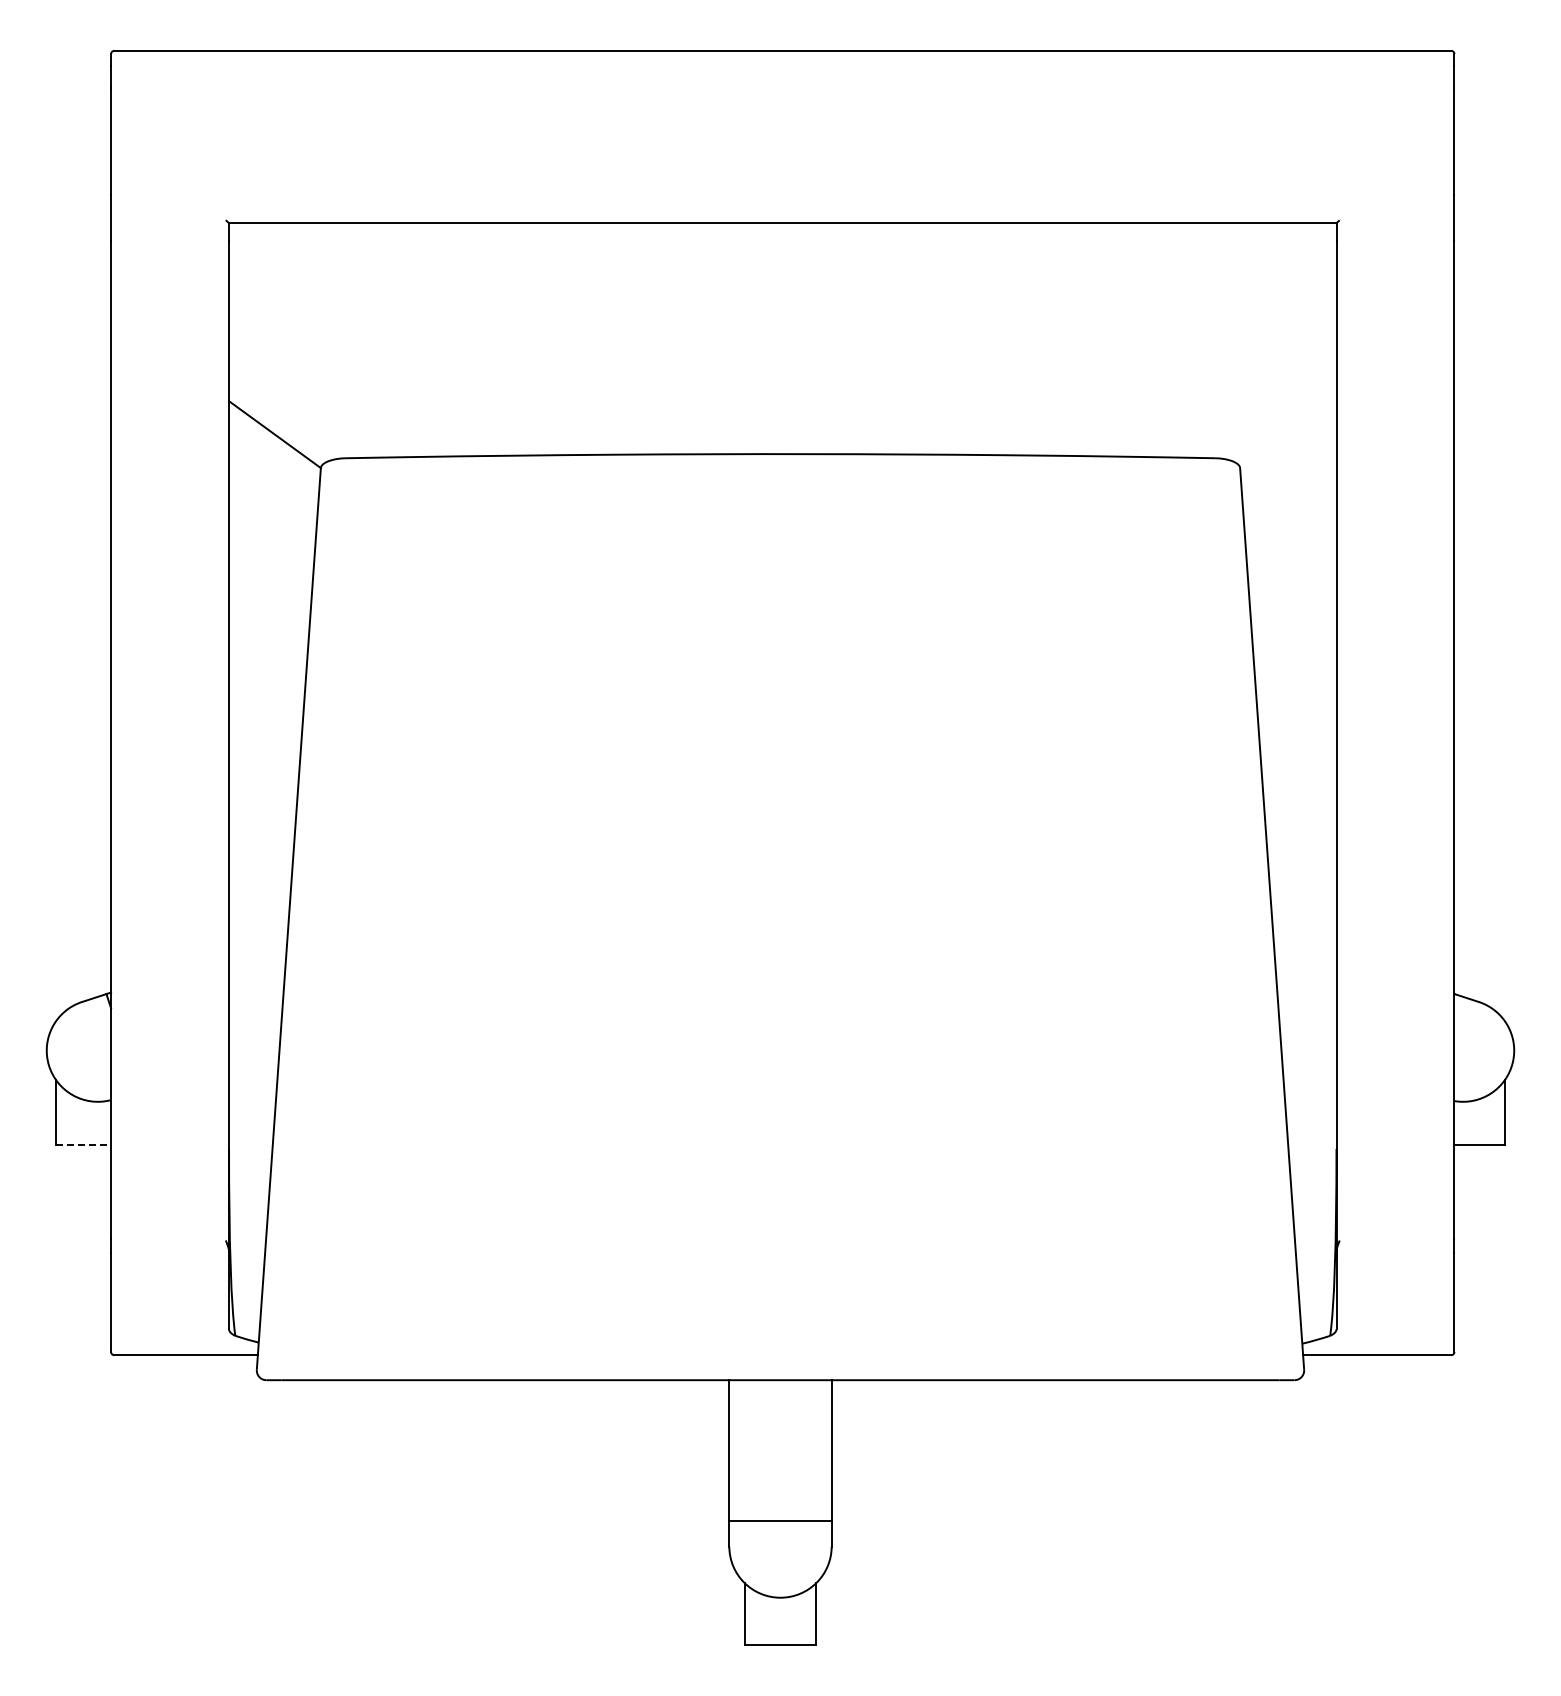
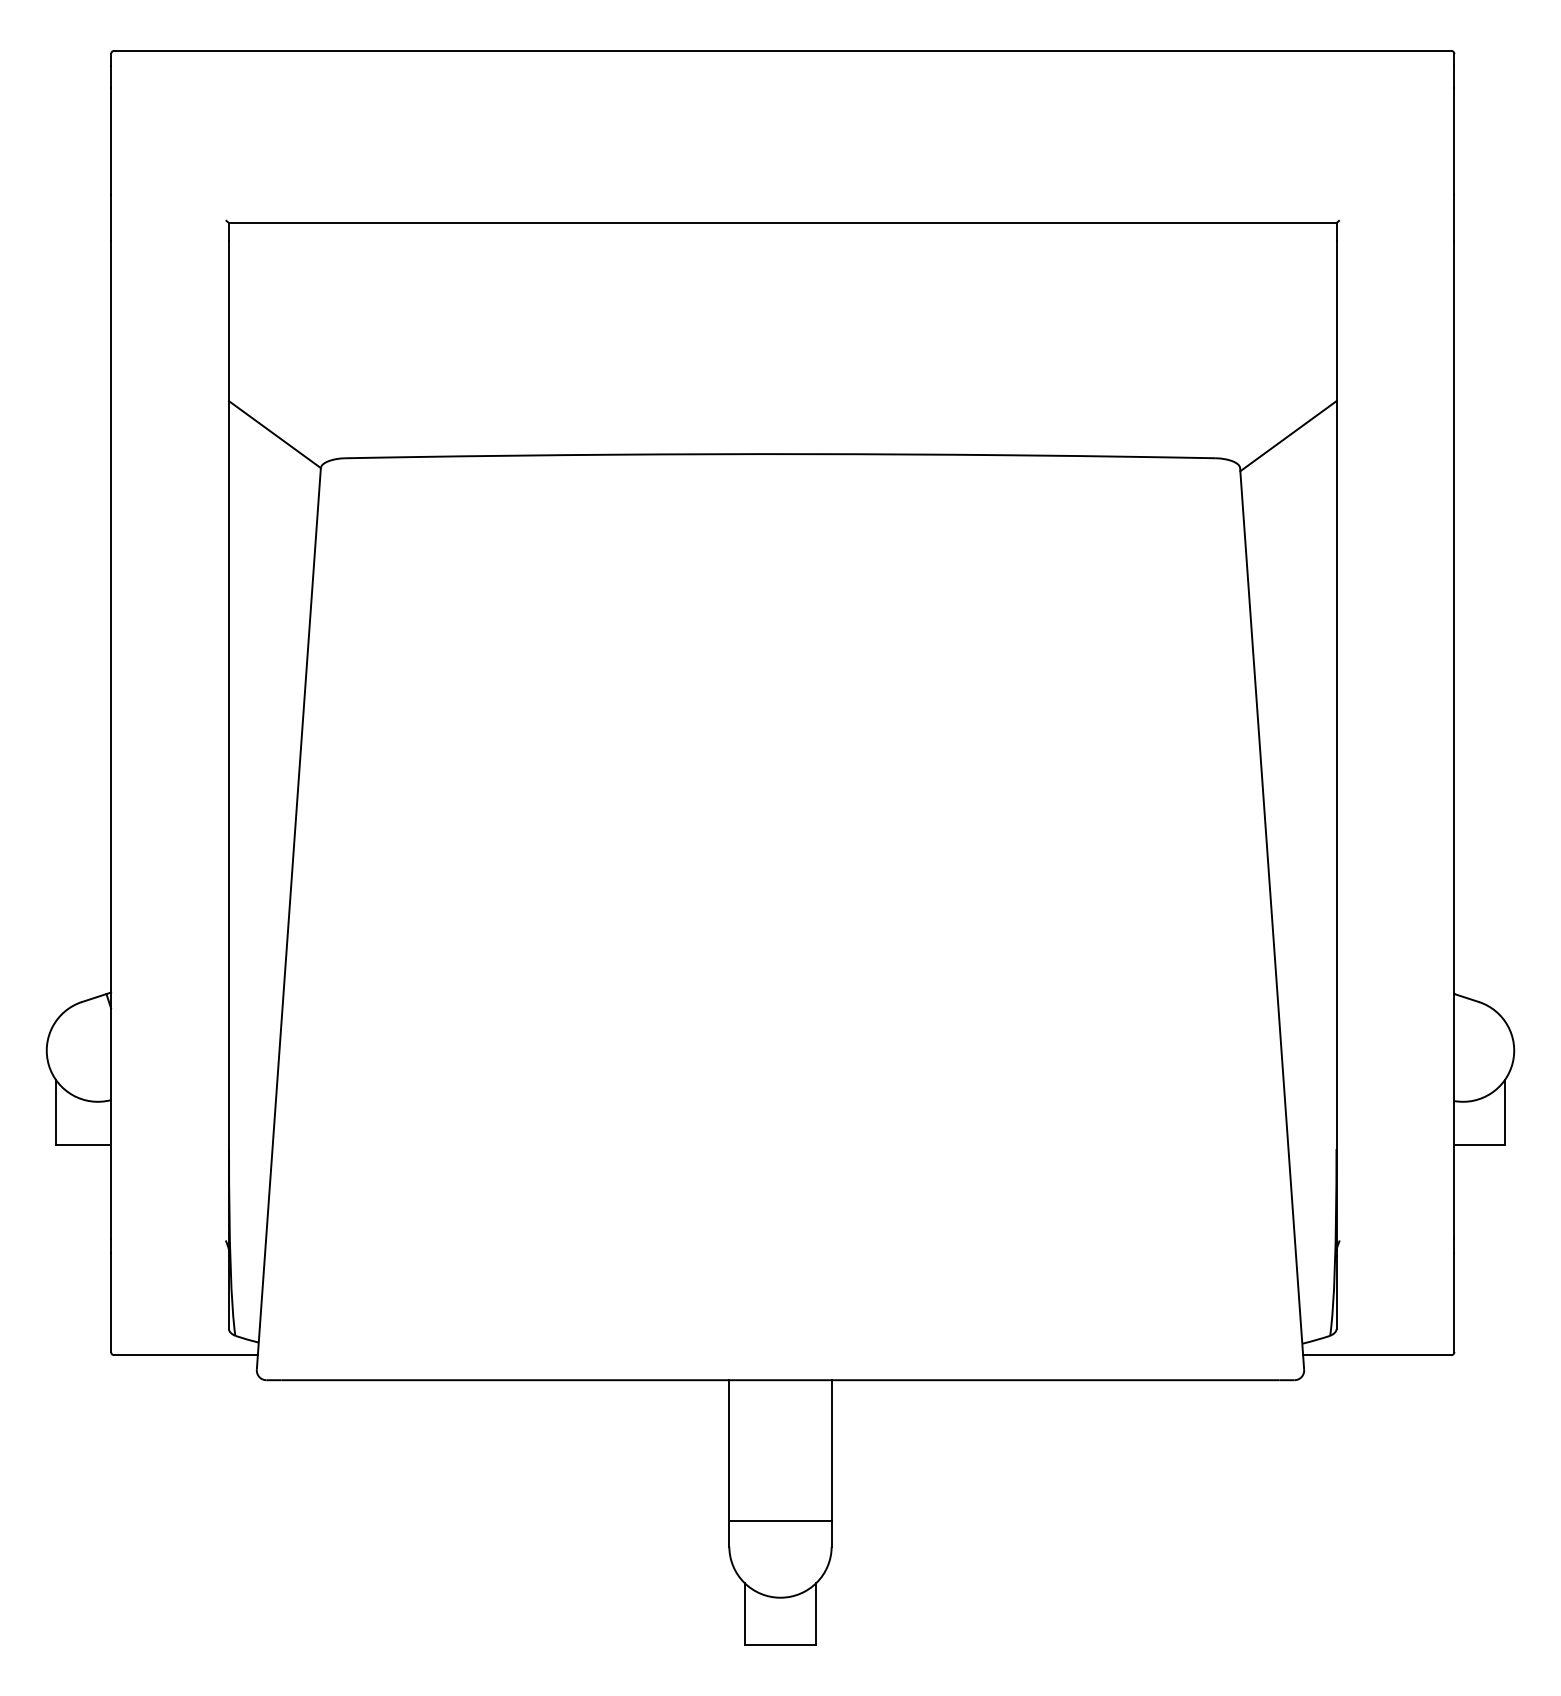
line at (1288, 436): none -> present
line at (84, 1144): dashed -> solid
